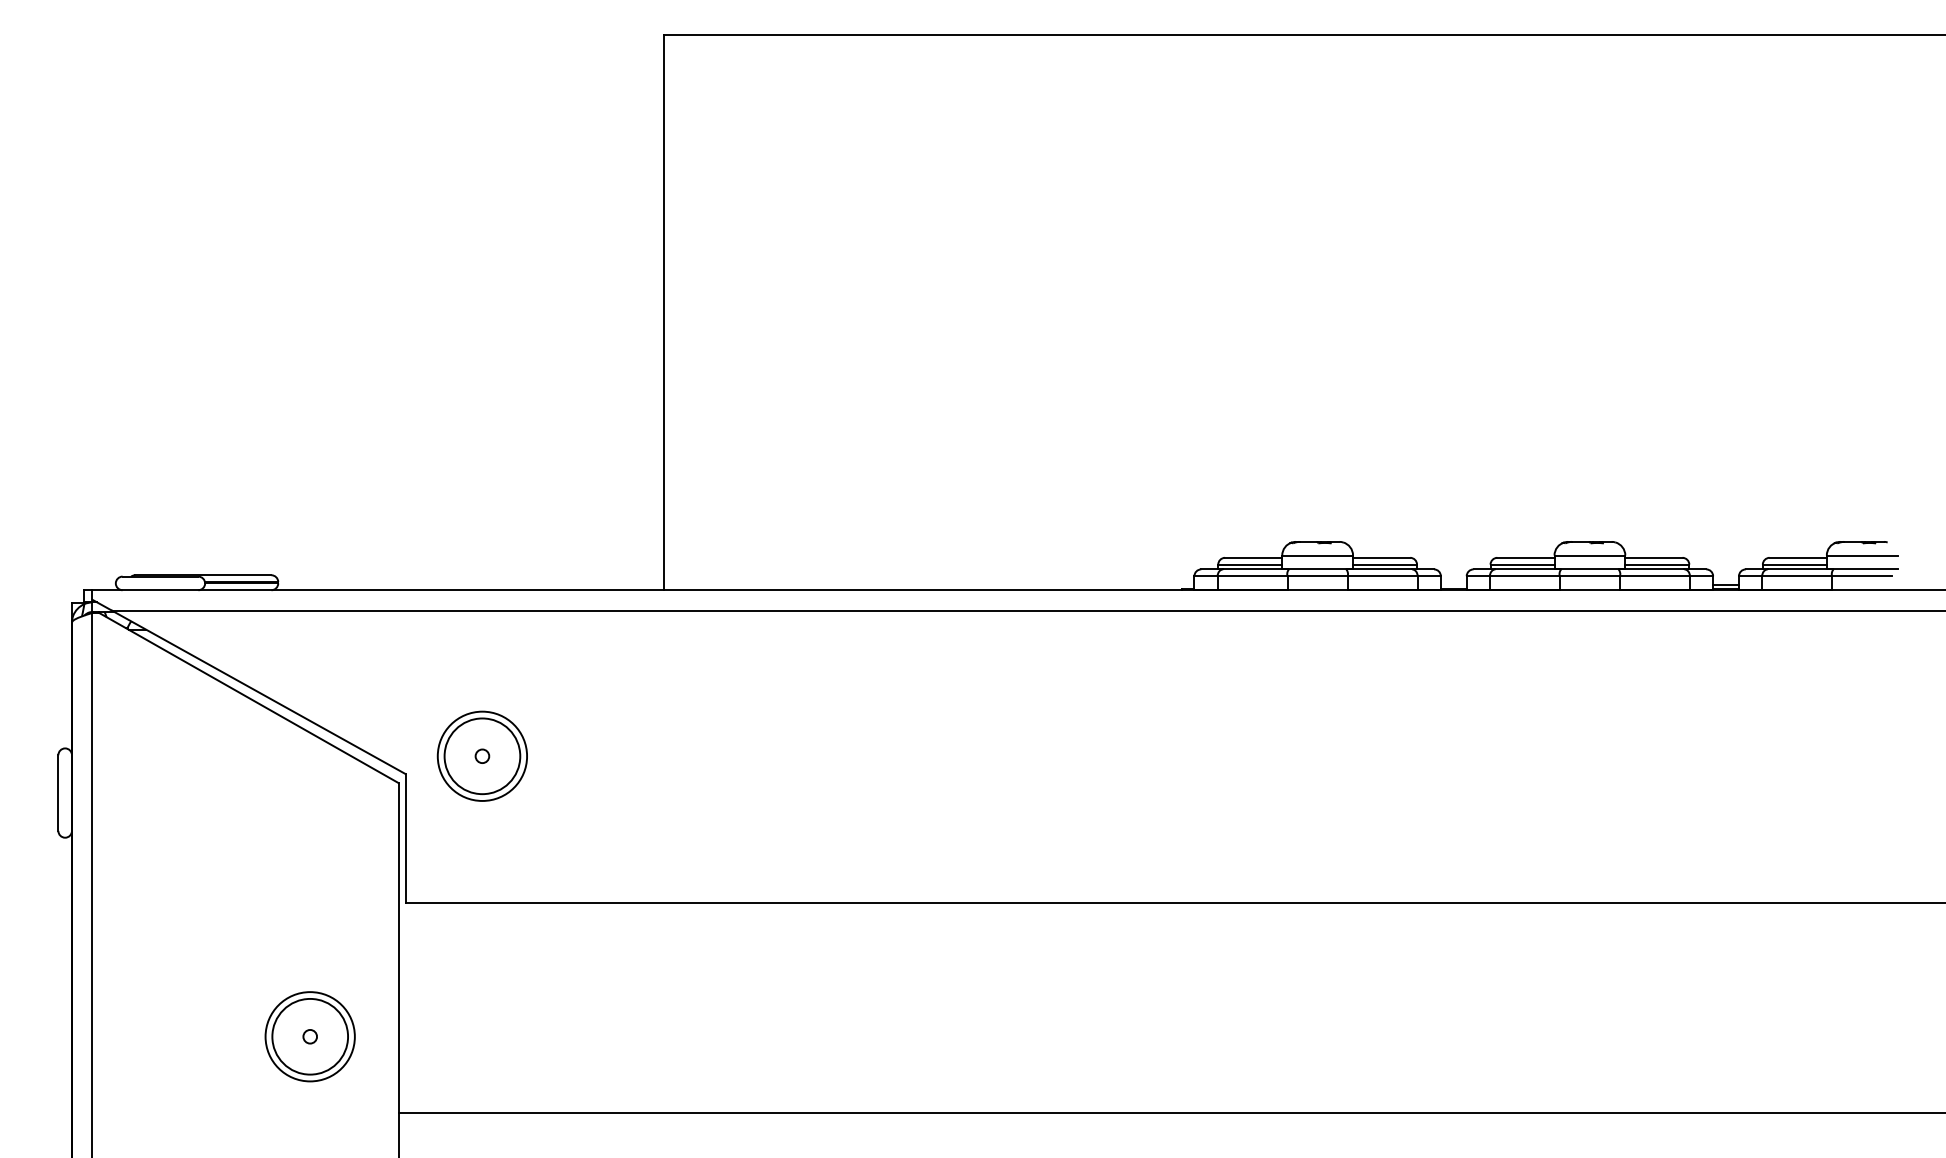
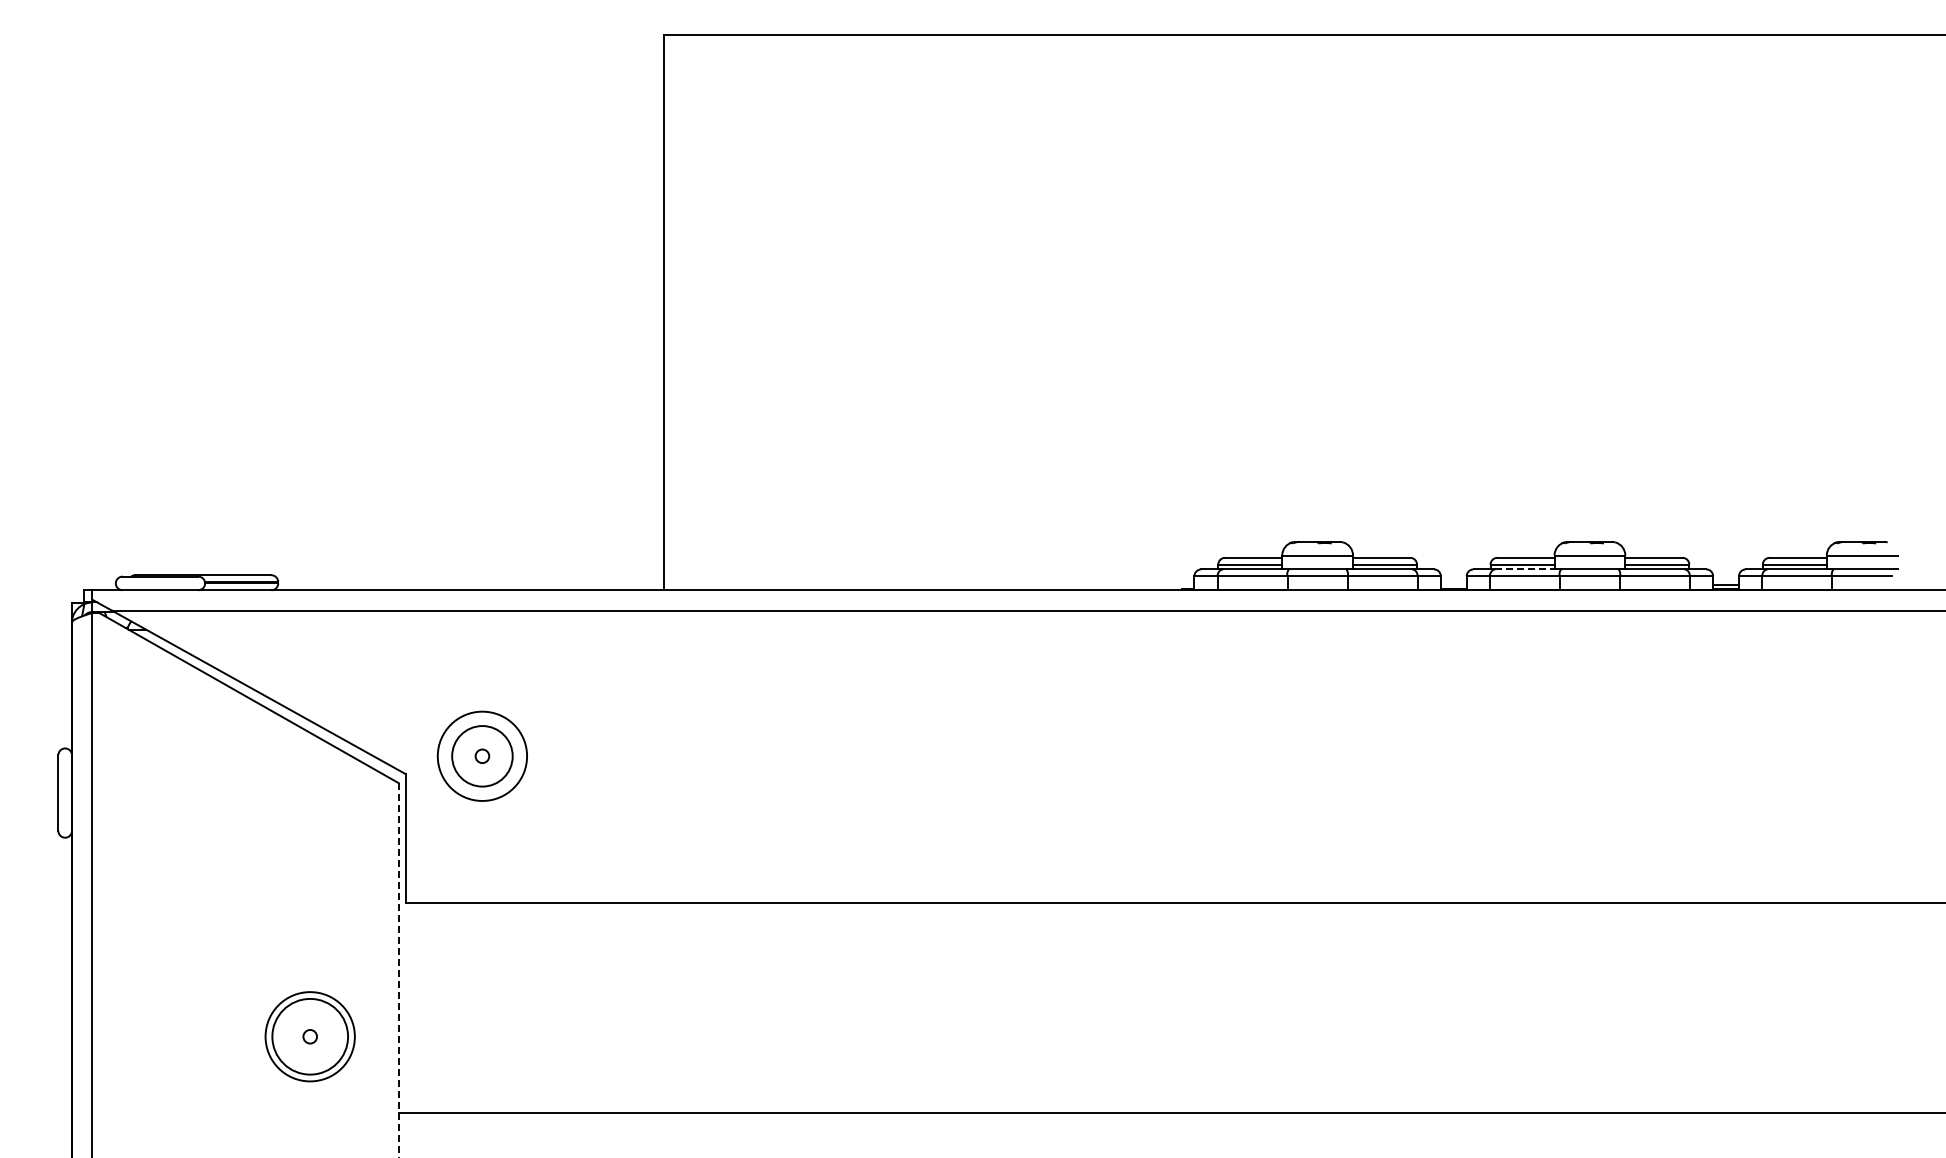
line at (1528, 569): solid -> dashed
circle at (482, 756) diameter: 76 px -> 61 px
line at (398, 969): solid -> dashed
